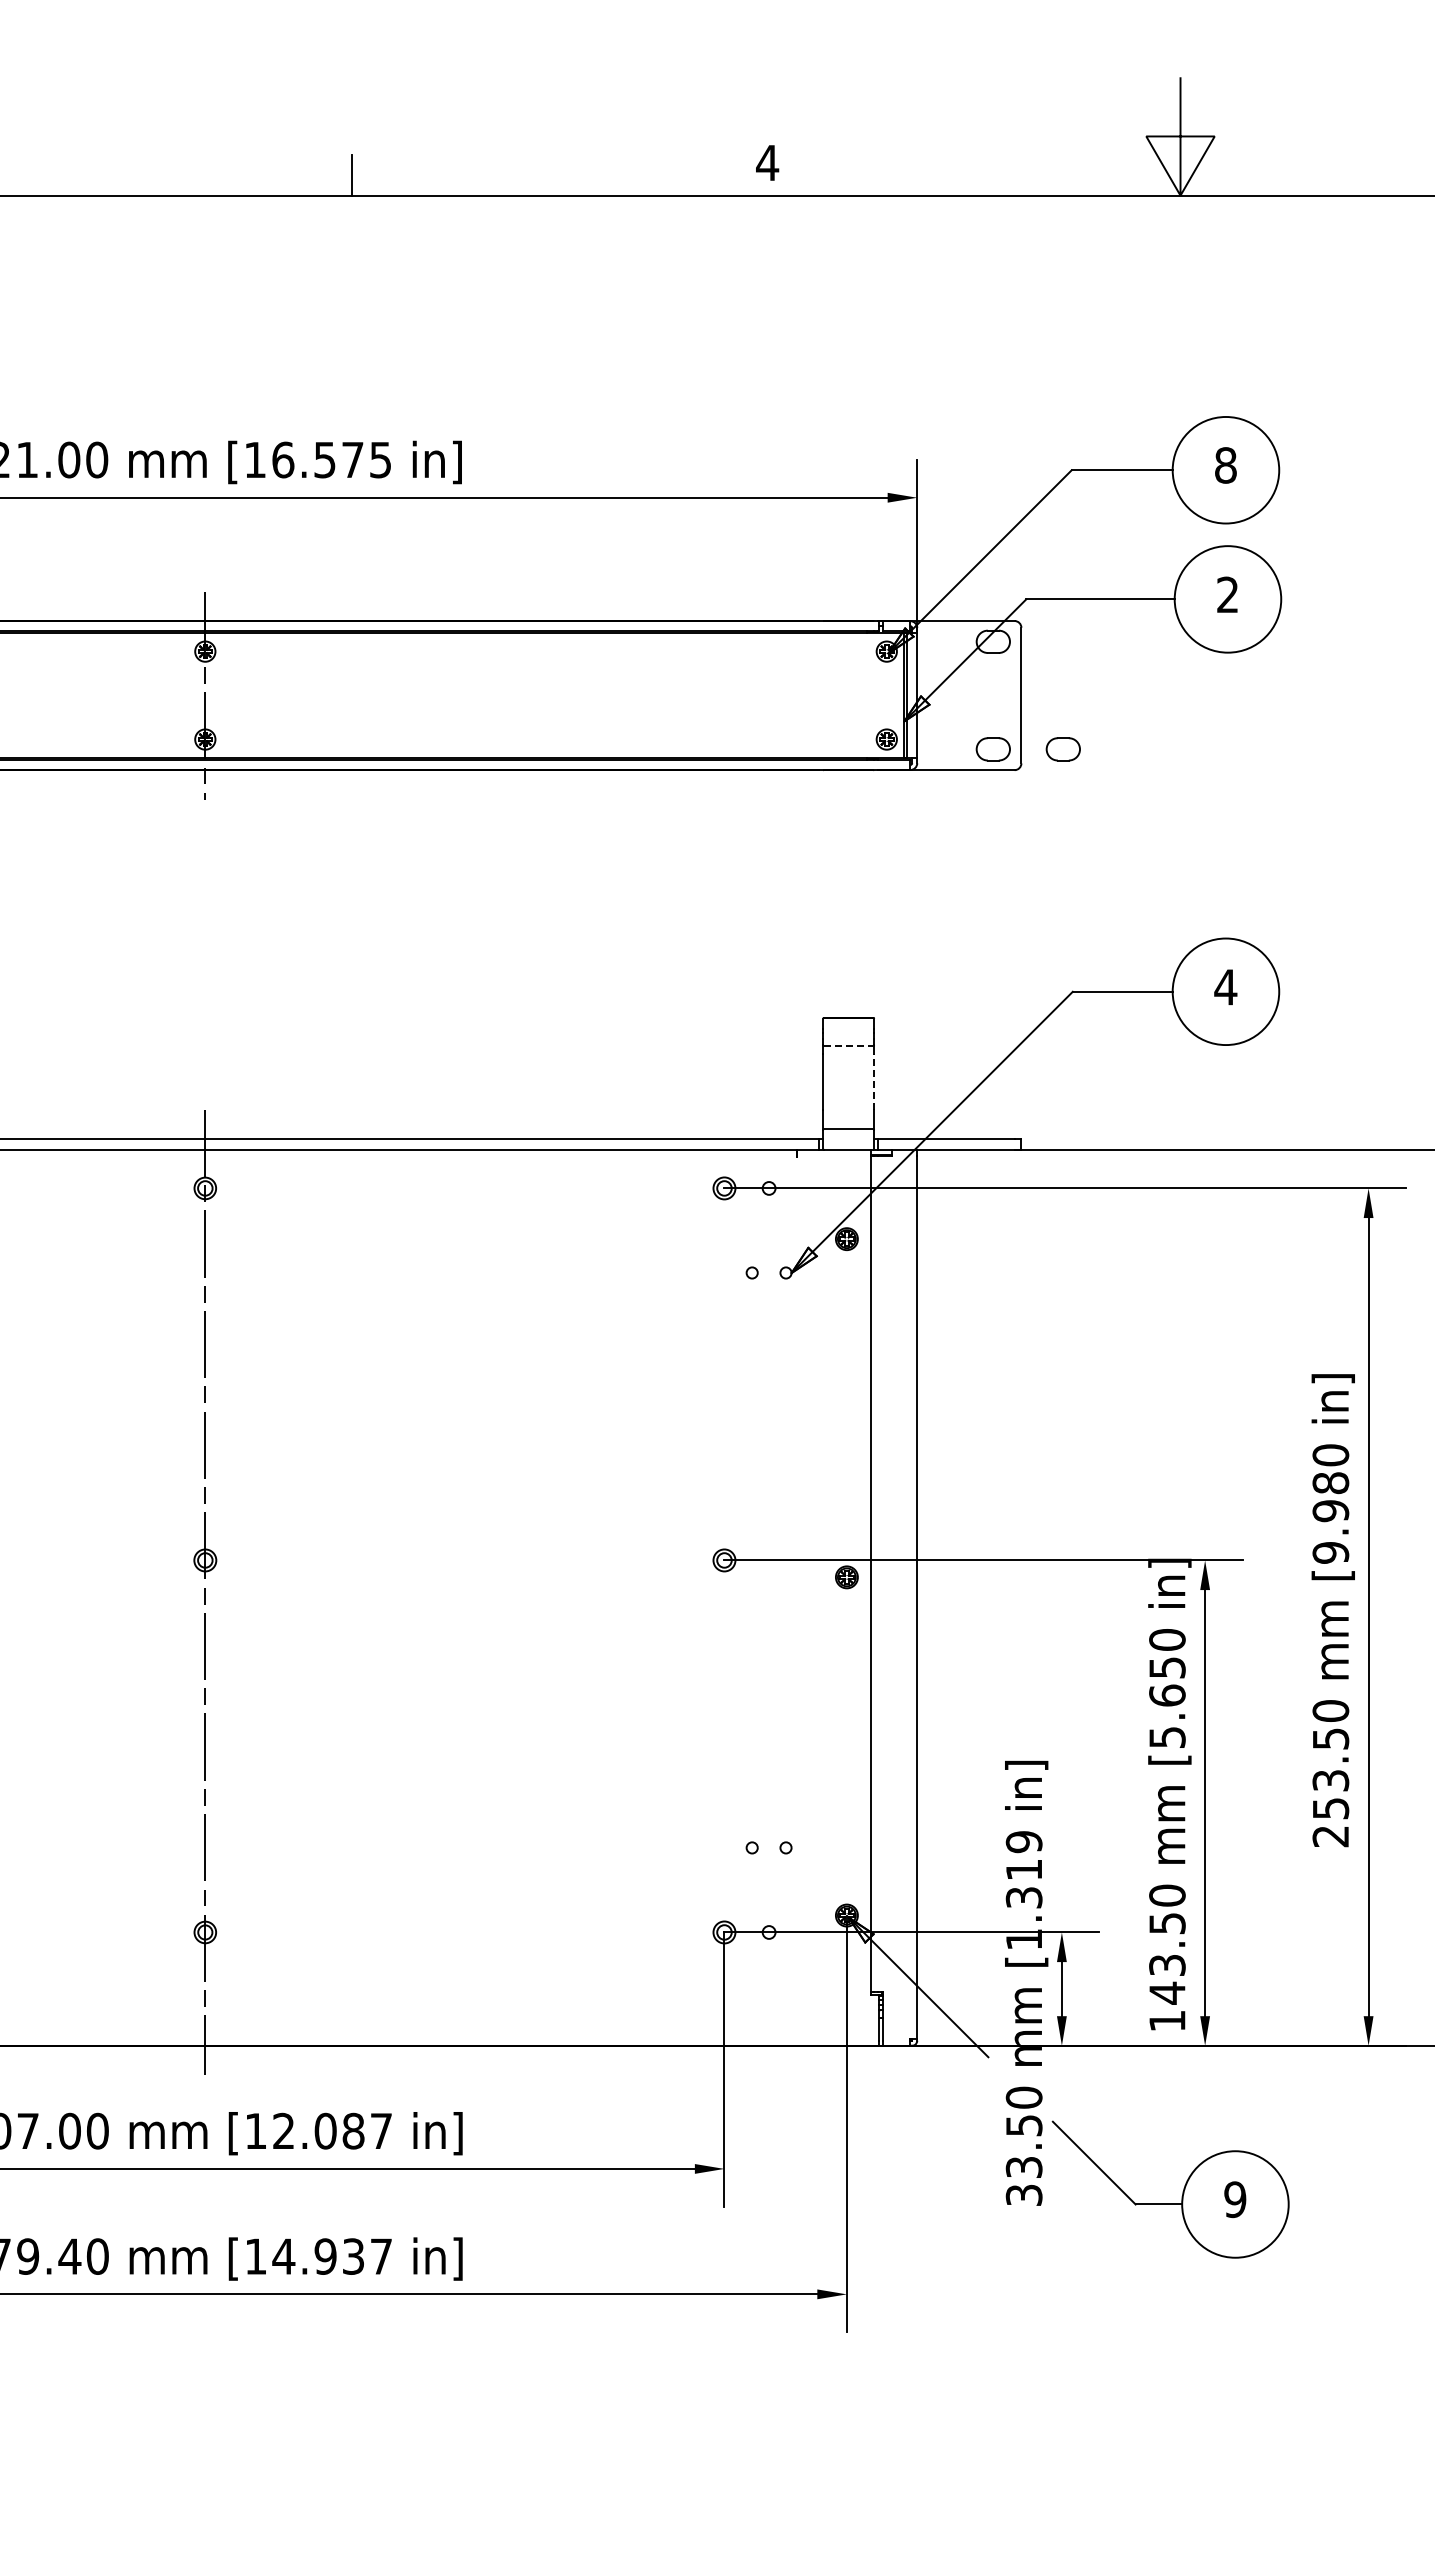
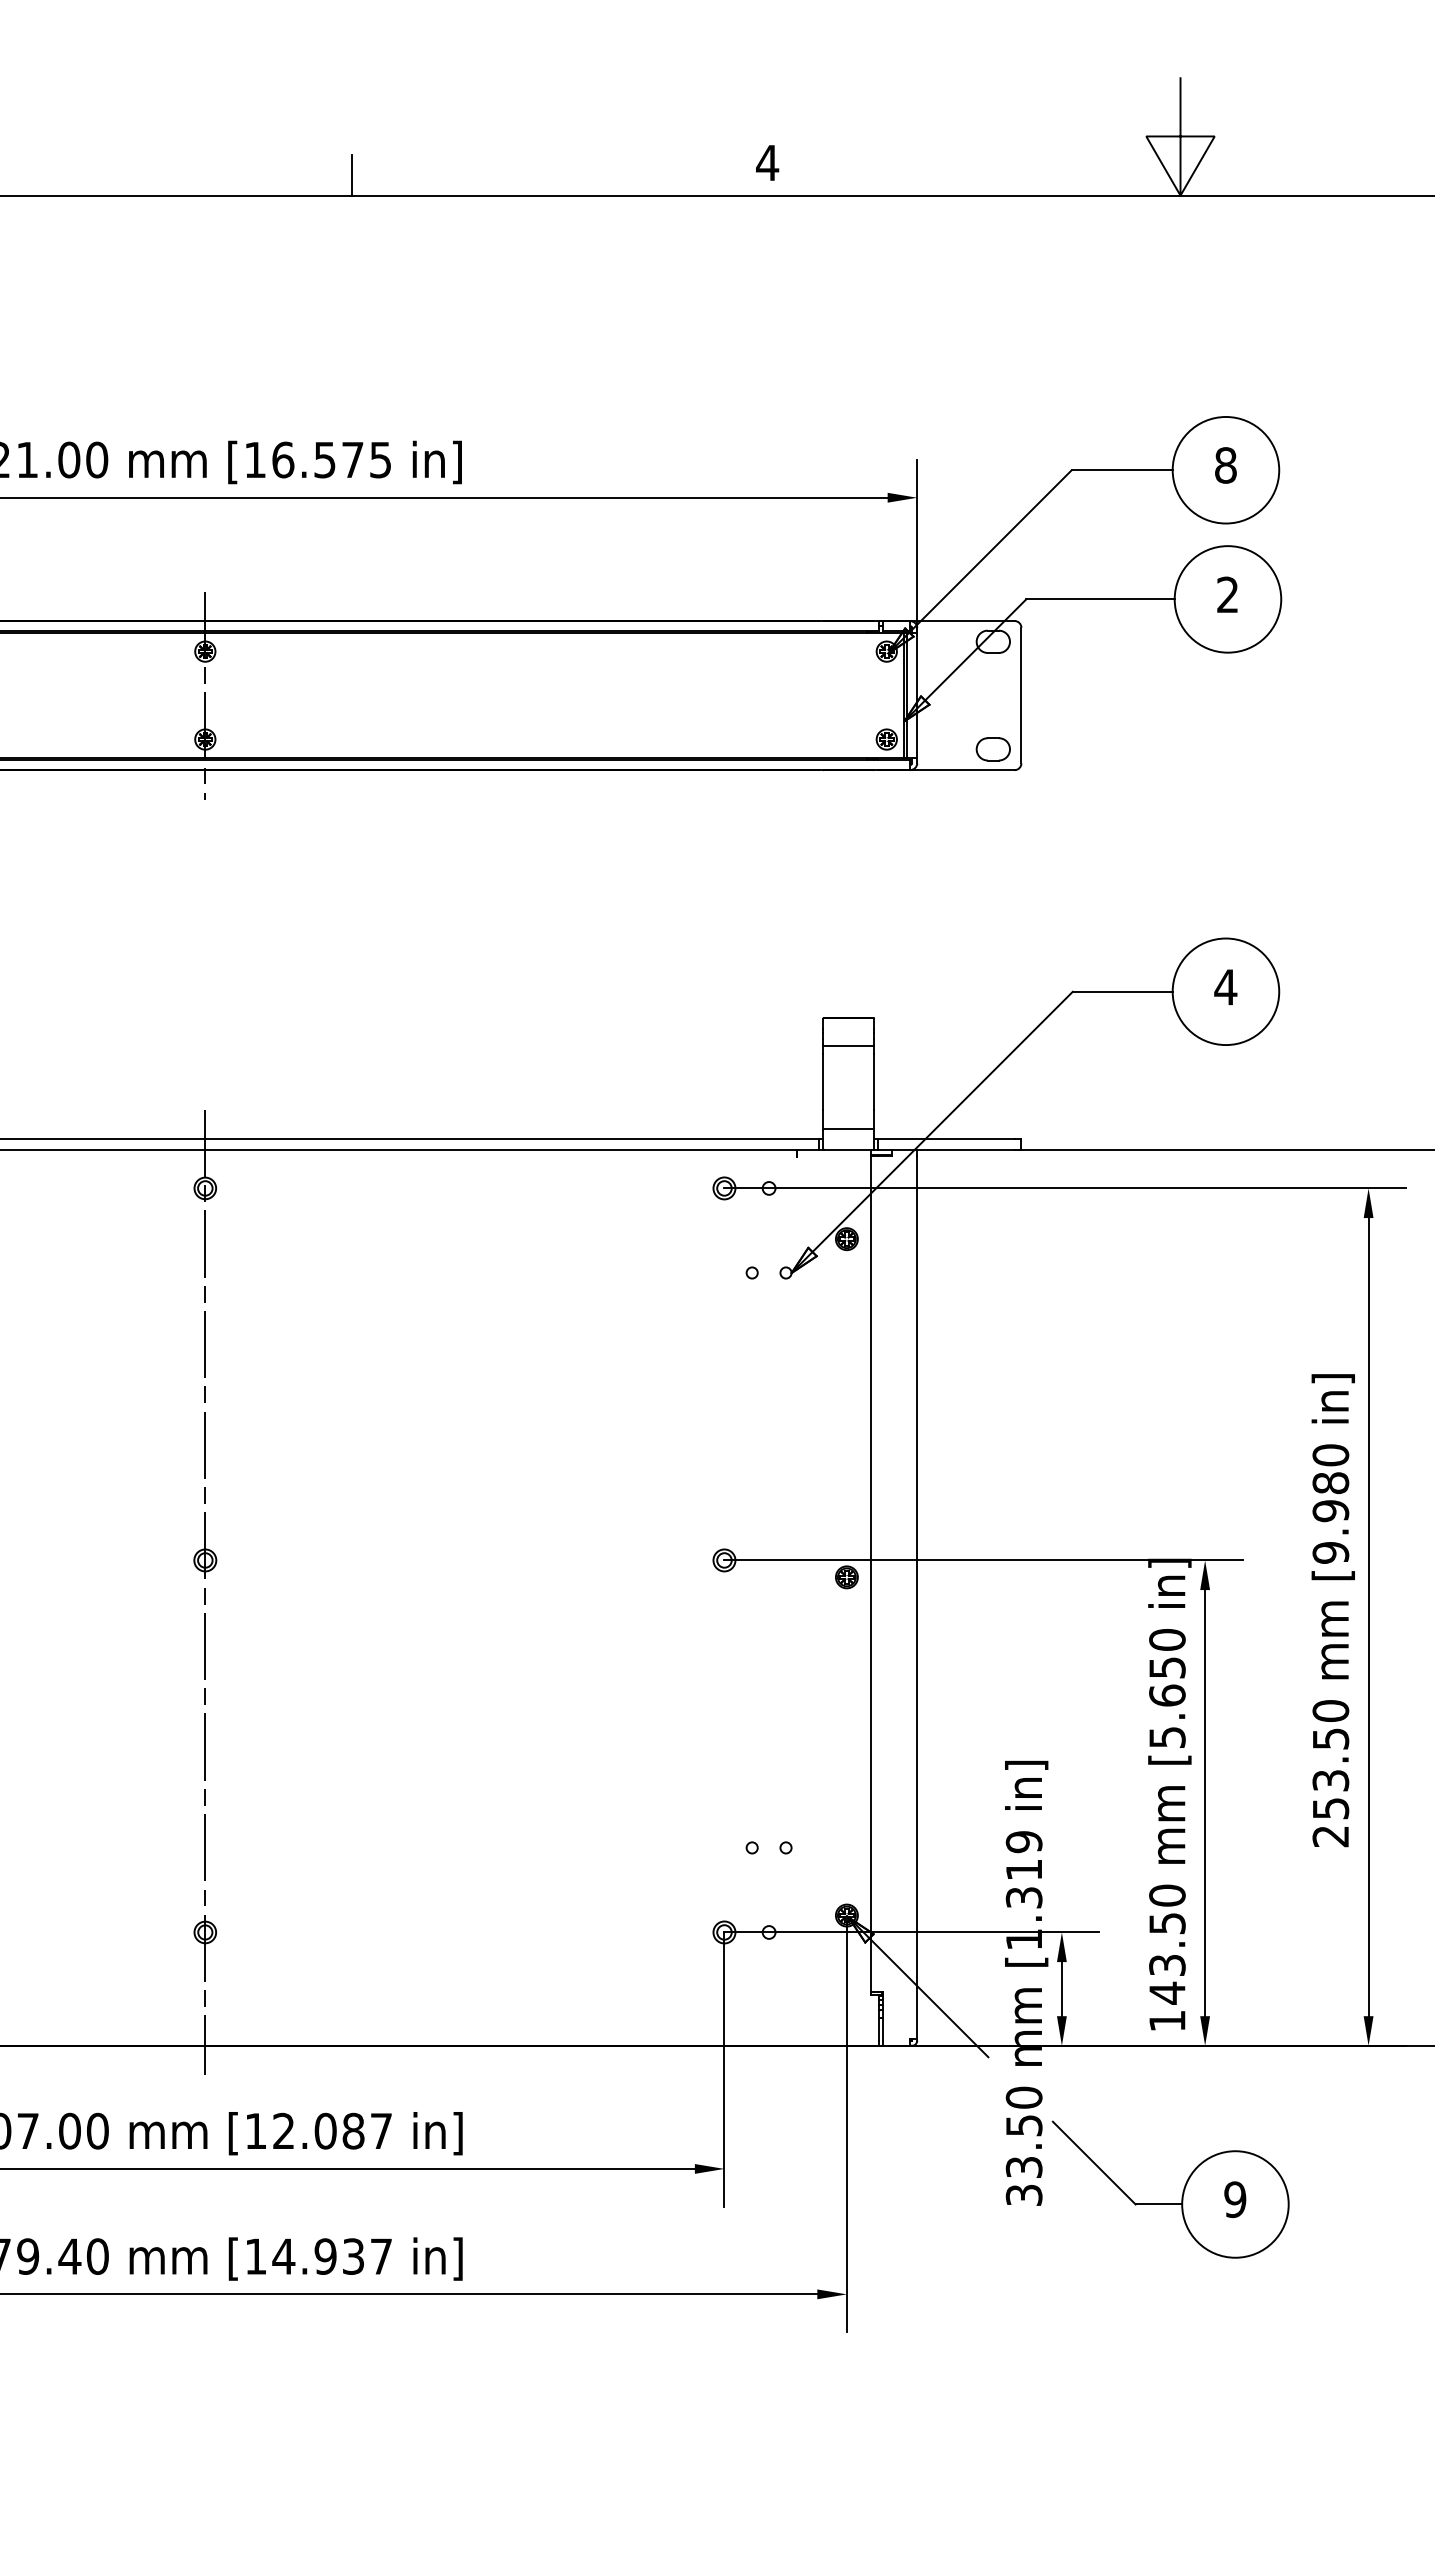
part at (1062, 749): present -> none
line at (848, 1046): dashed -> solid
line at (874, 1082): dashed -> solid
